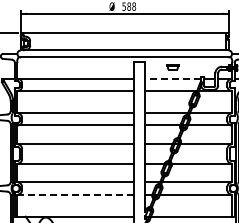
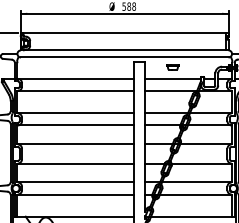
line at (173, 78): dashed -> solid
line at (75, 194): dashed -> solid
